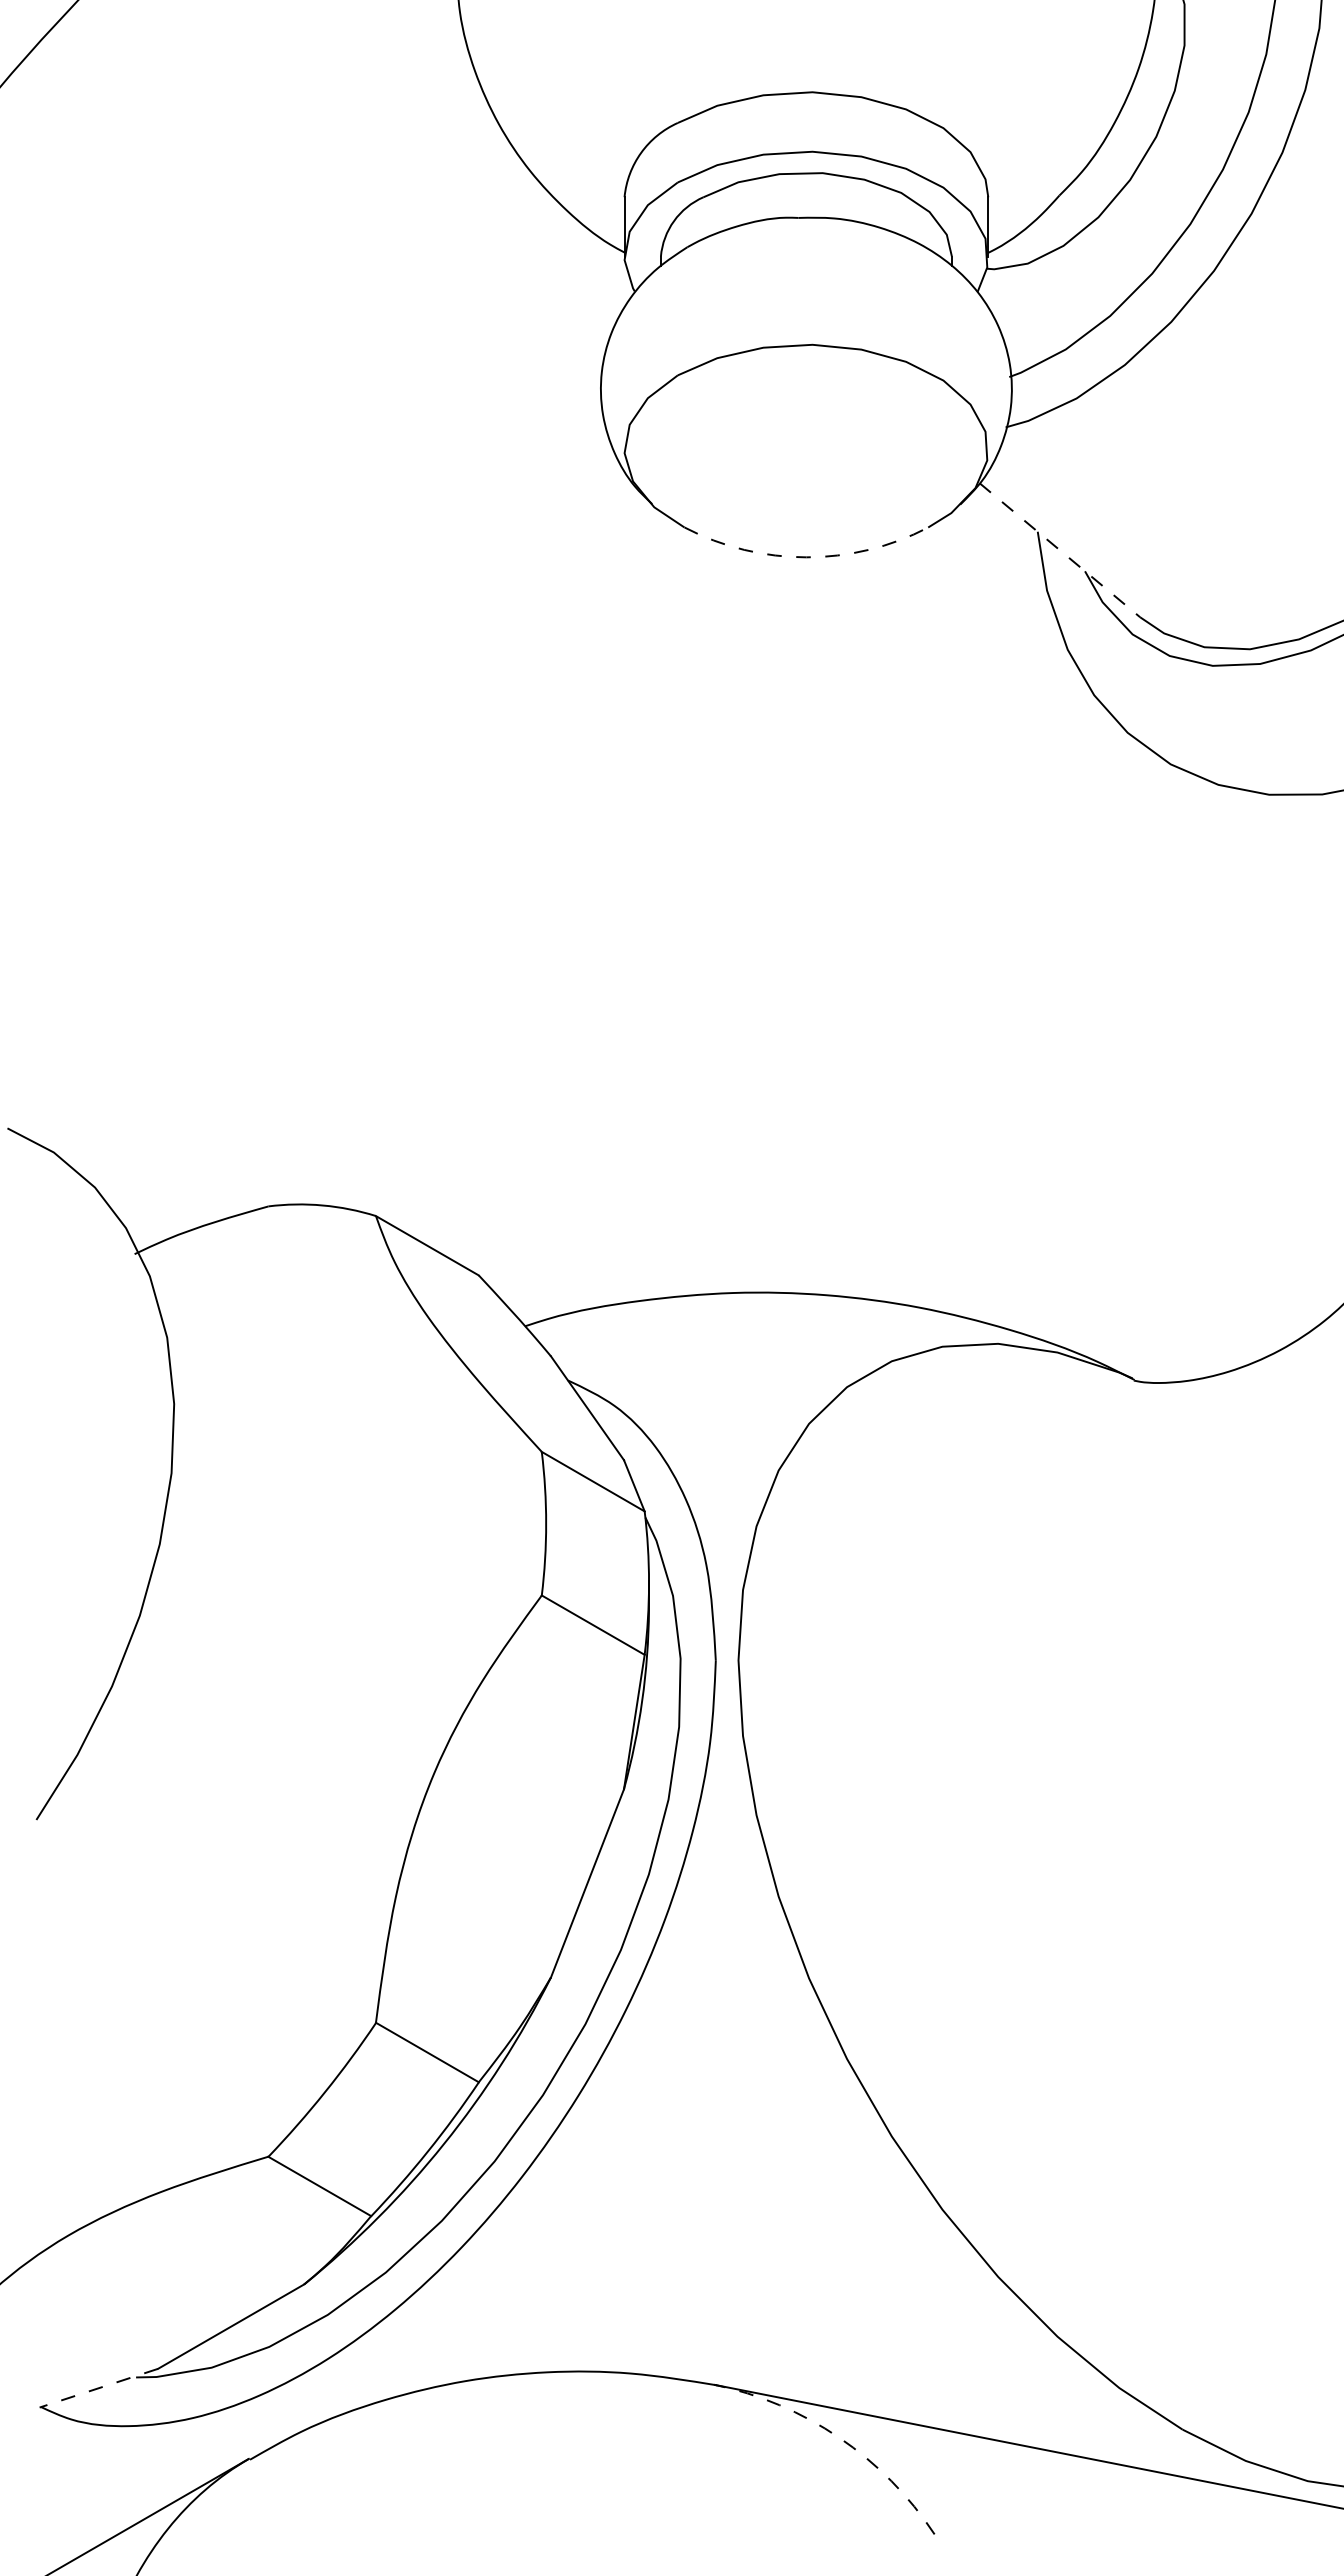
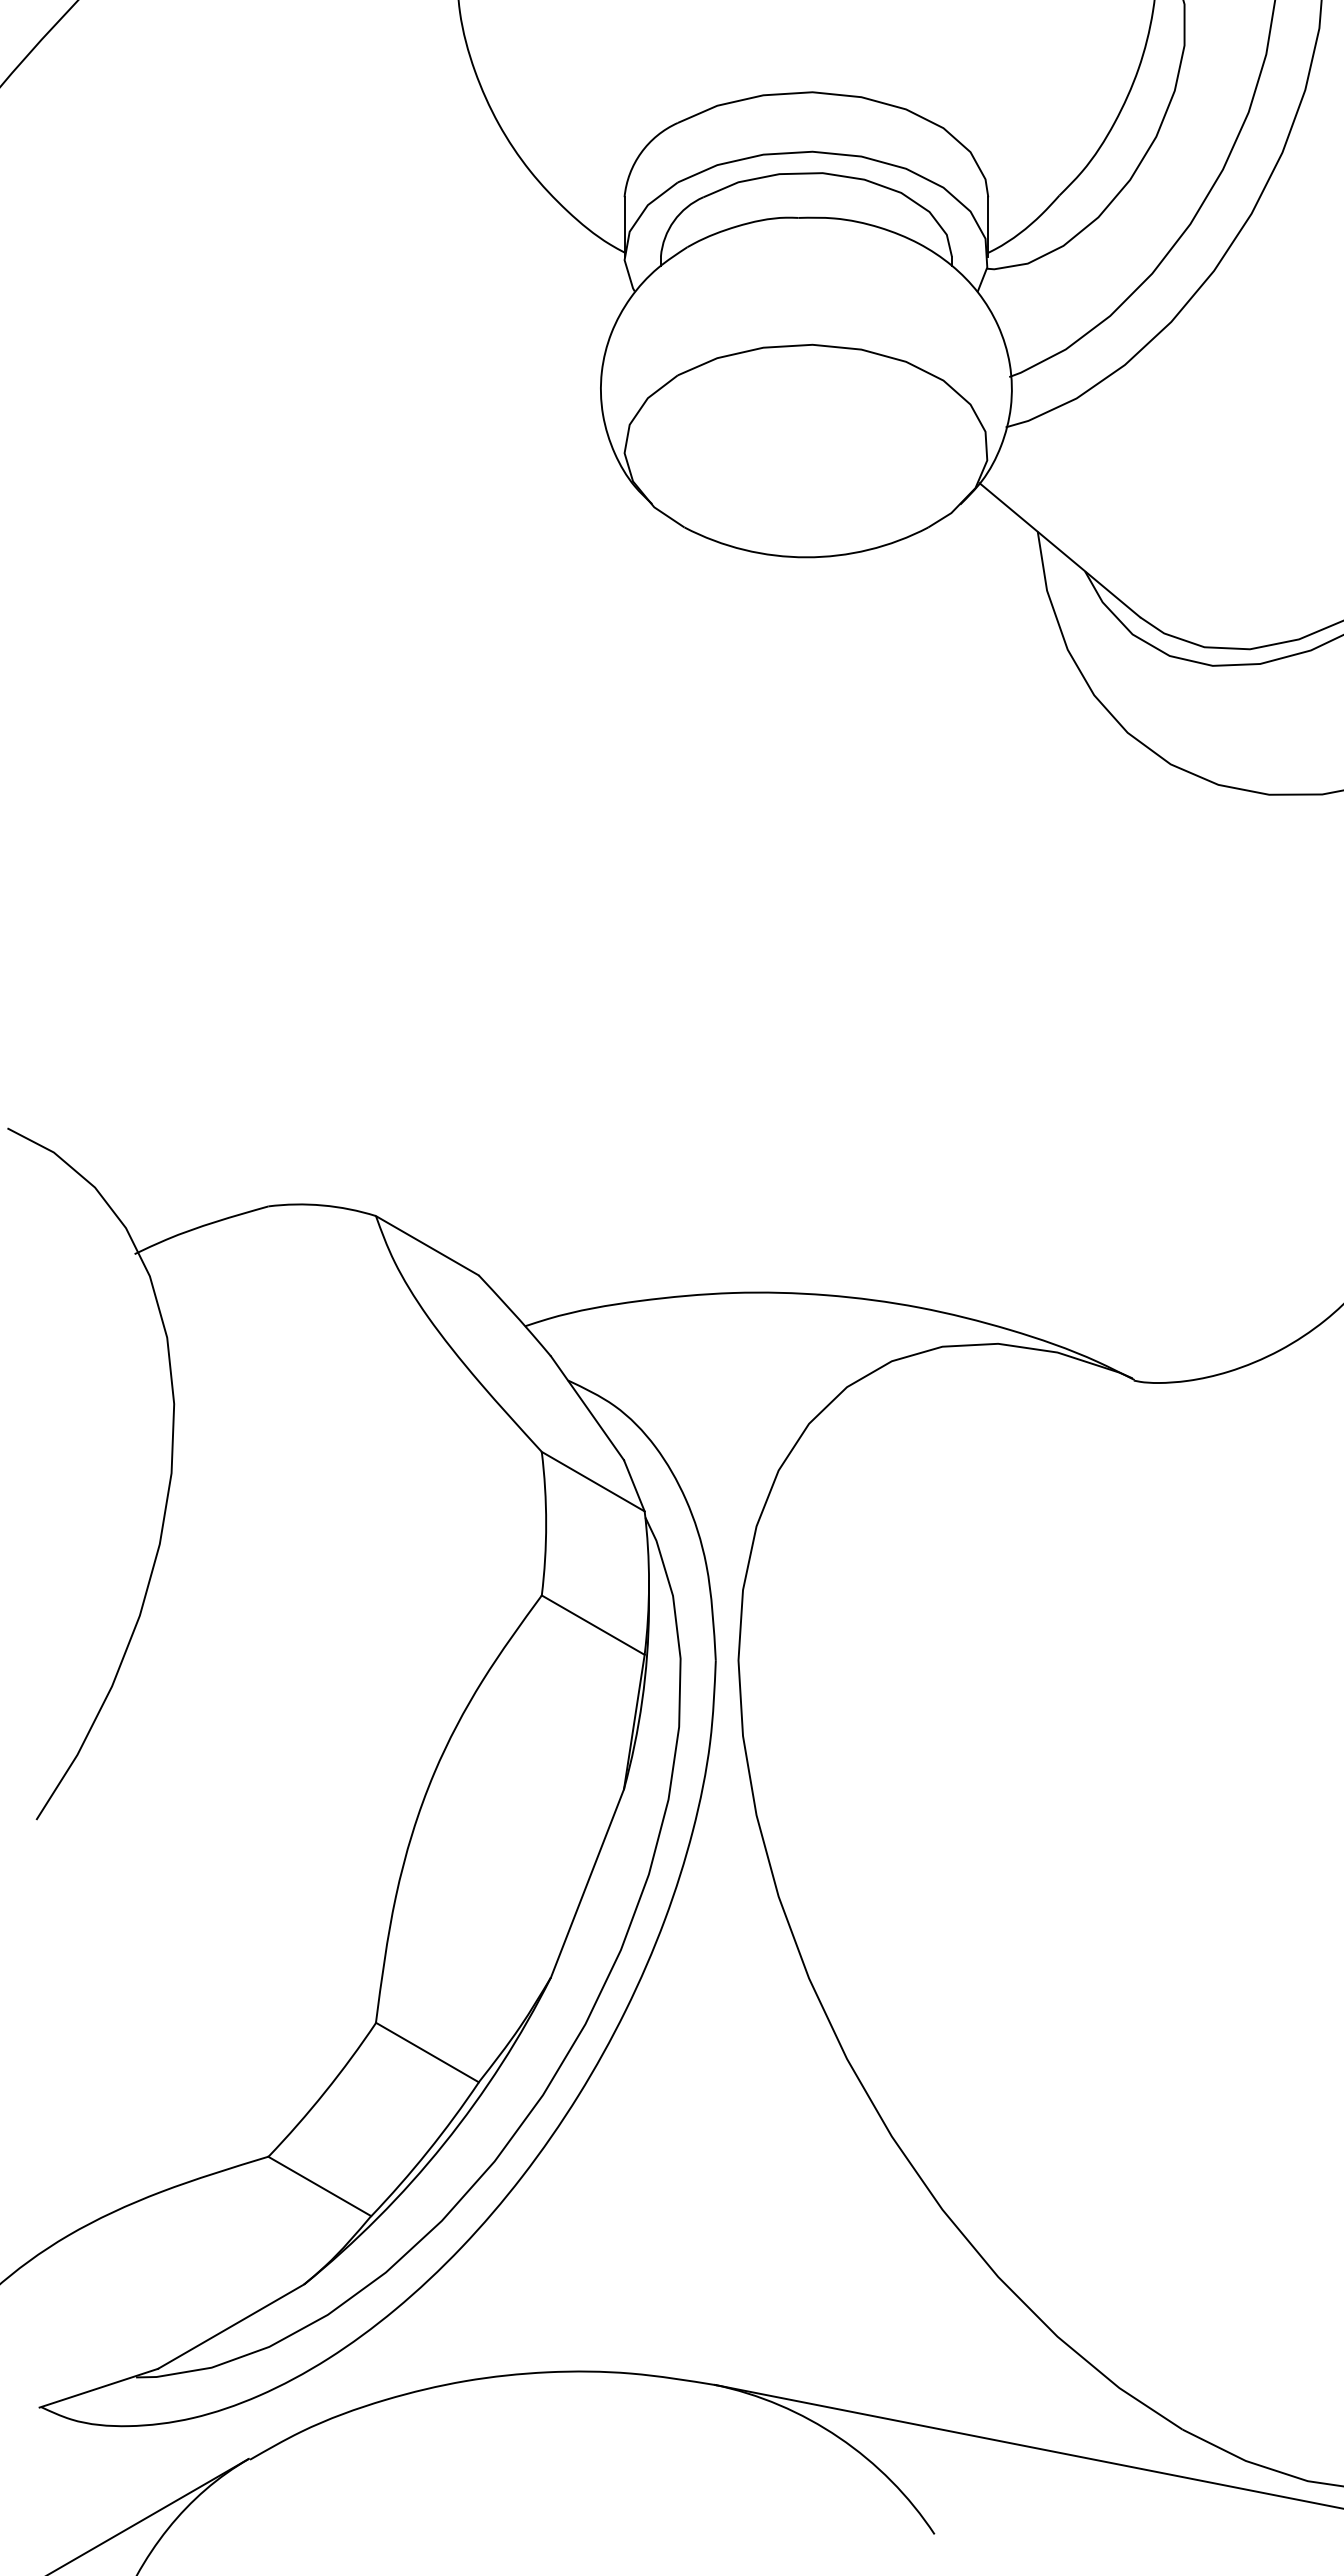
line at (1059, 550): dashed -> solid
arc at (806, 557): dashed -> solid
line at (98, 2388): dashed -> solid
arc at (839, 2437): dashed -> solid
